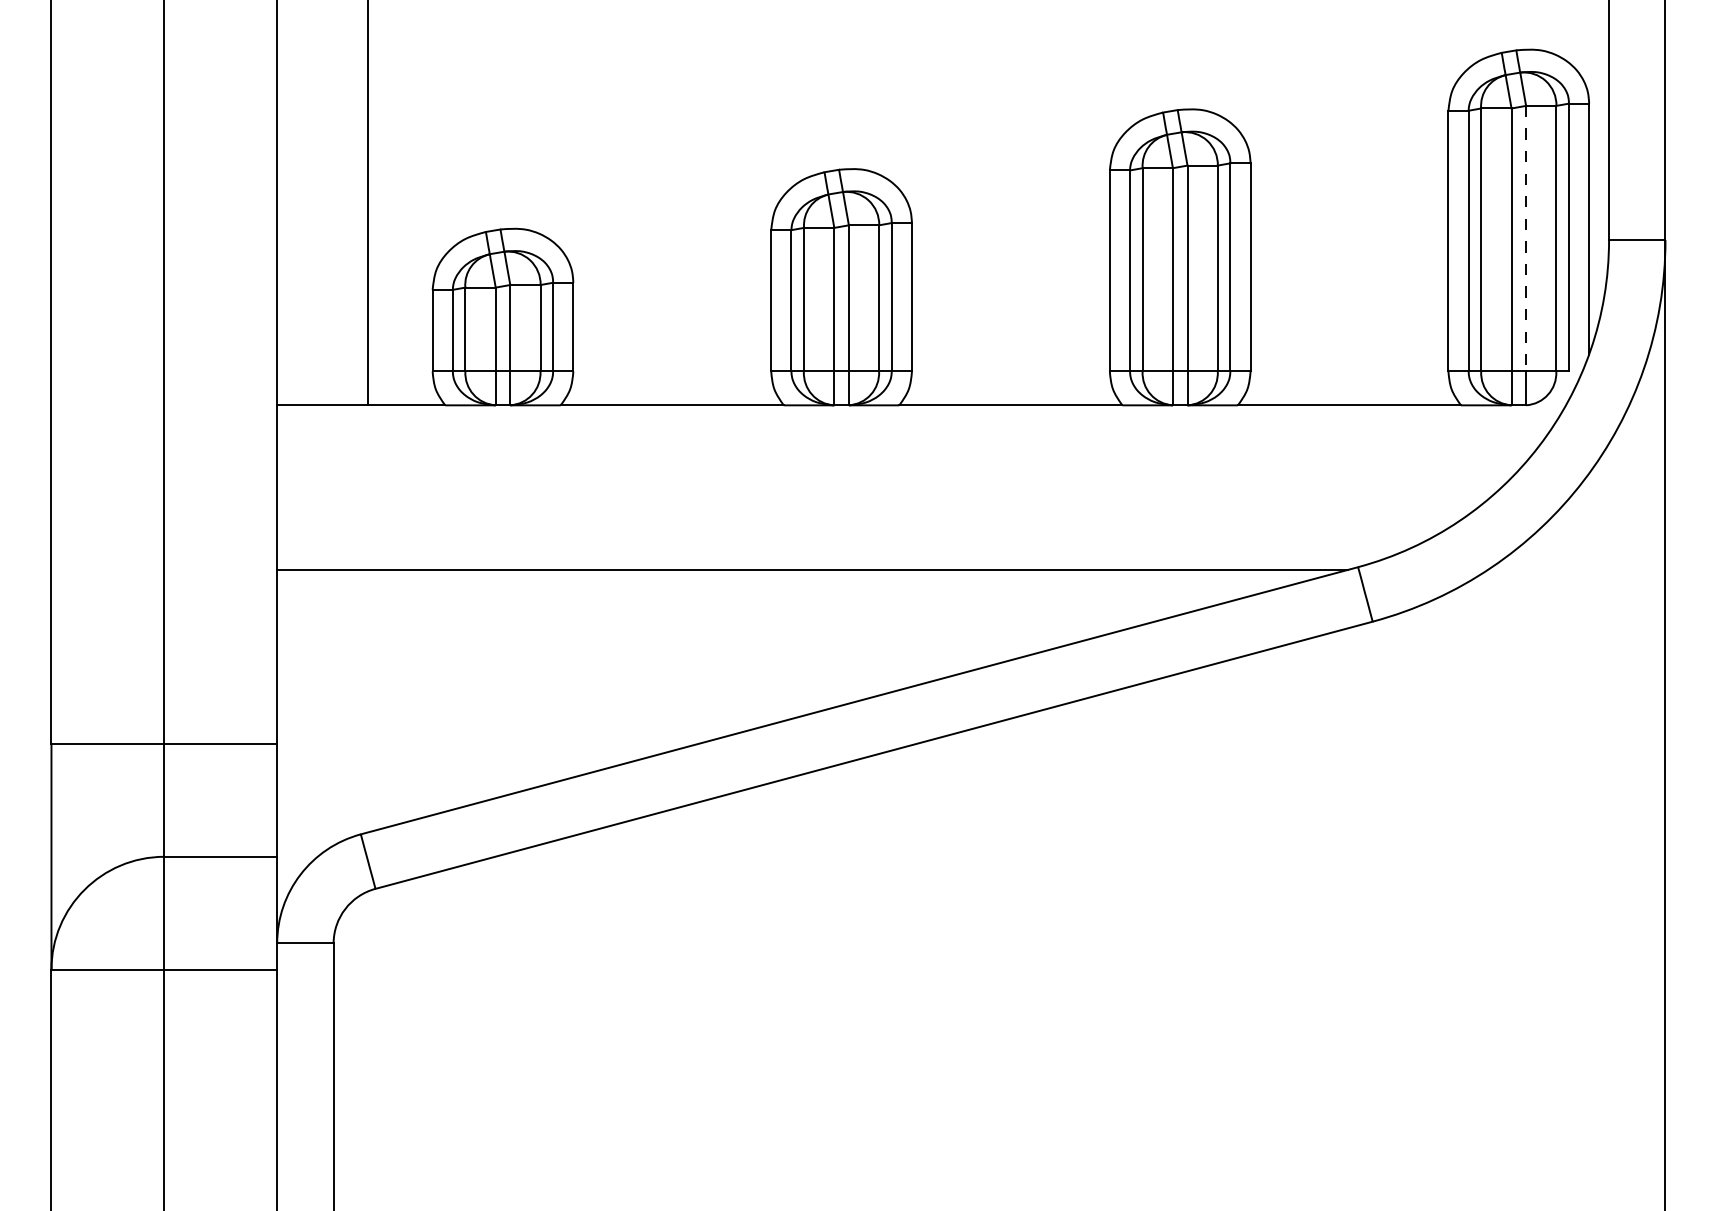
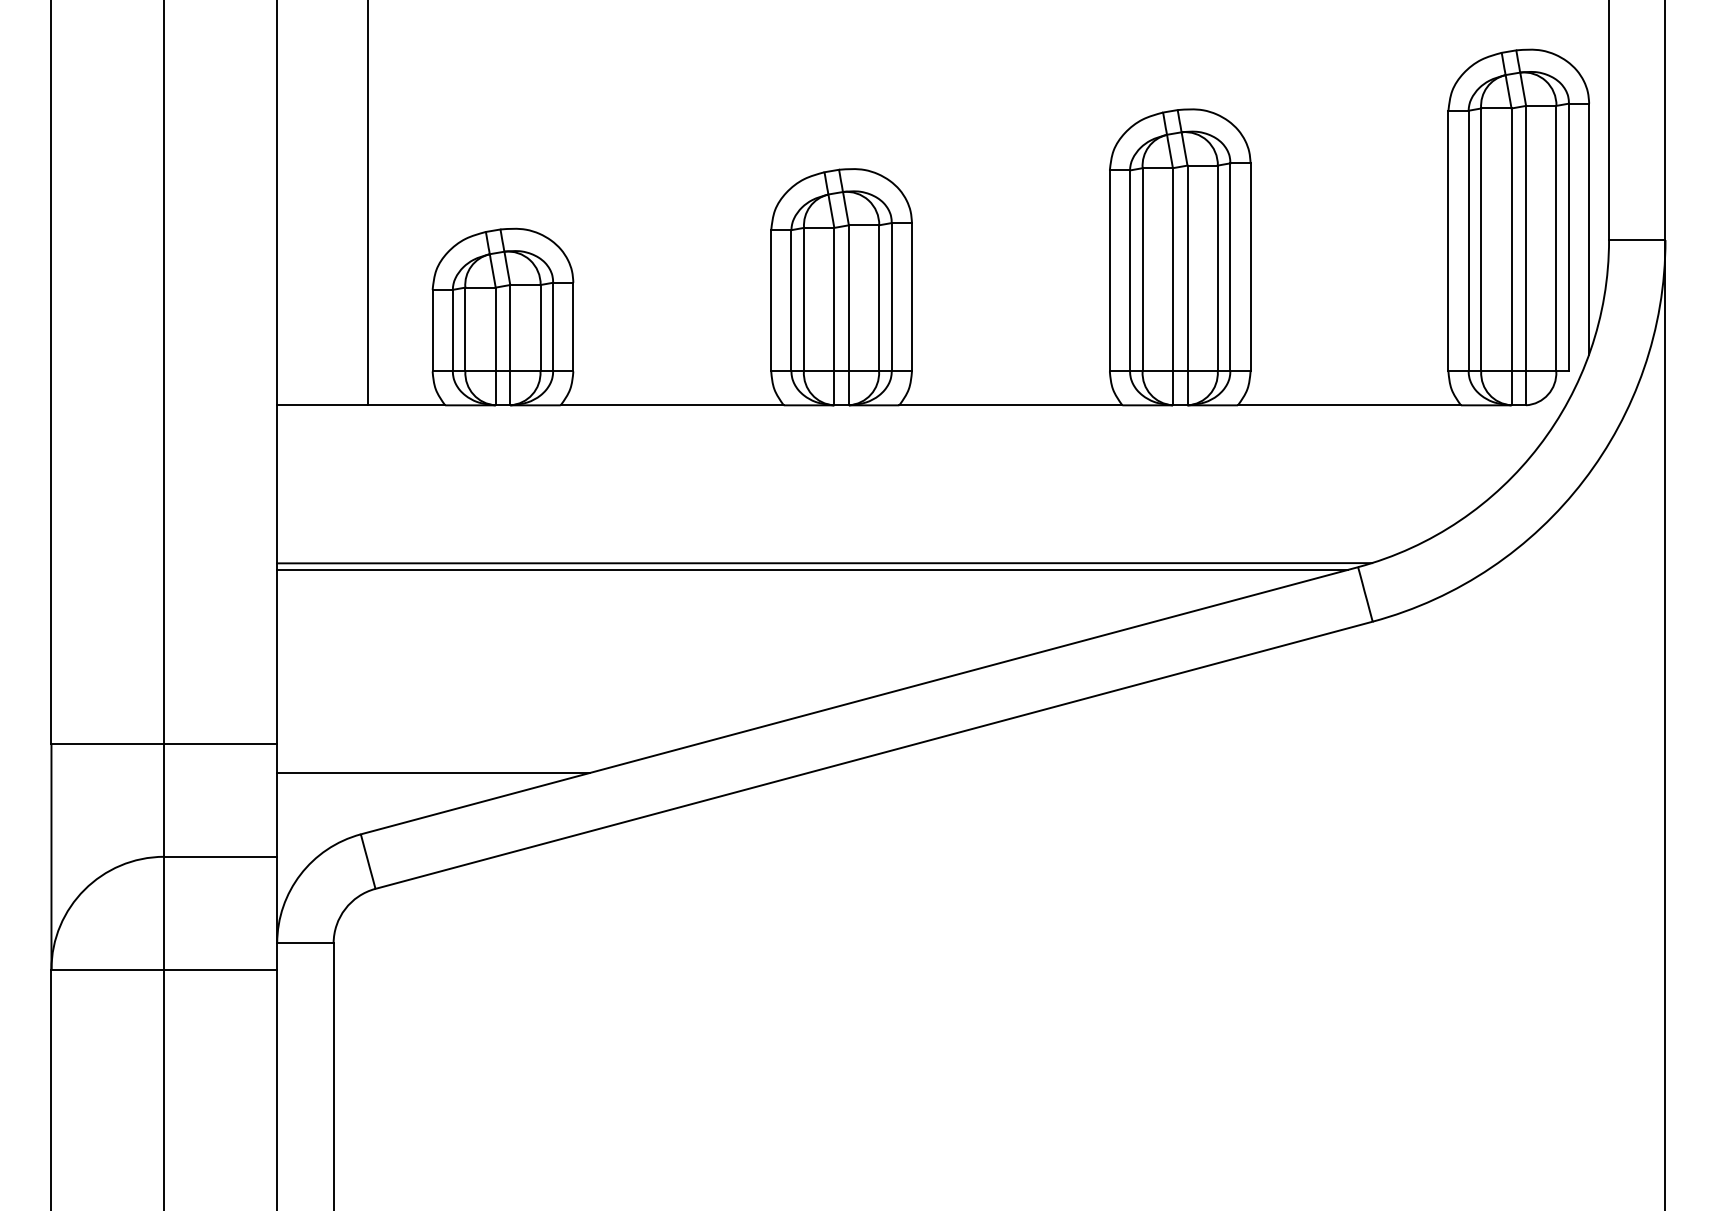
line at (1526, 238): dashed -> solid
line at (824, 563): none -> present
line at (433, 772): none -> present
